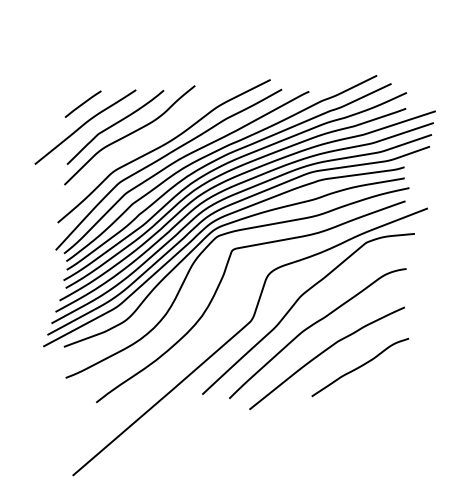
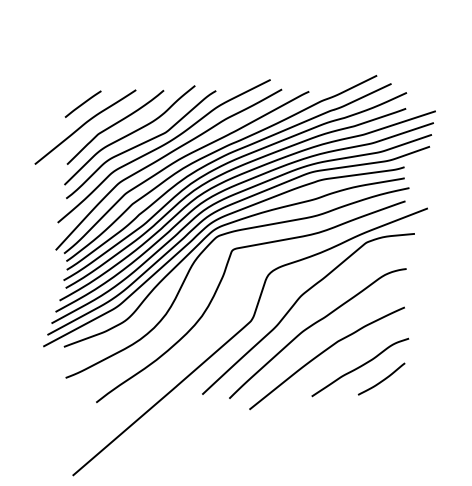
curve at (141, 144): none -> present
curve at (382, 379): none -> present
